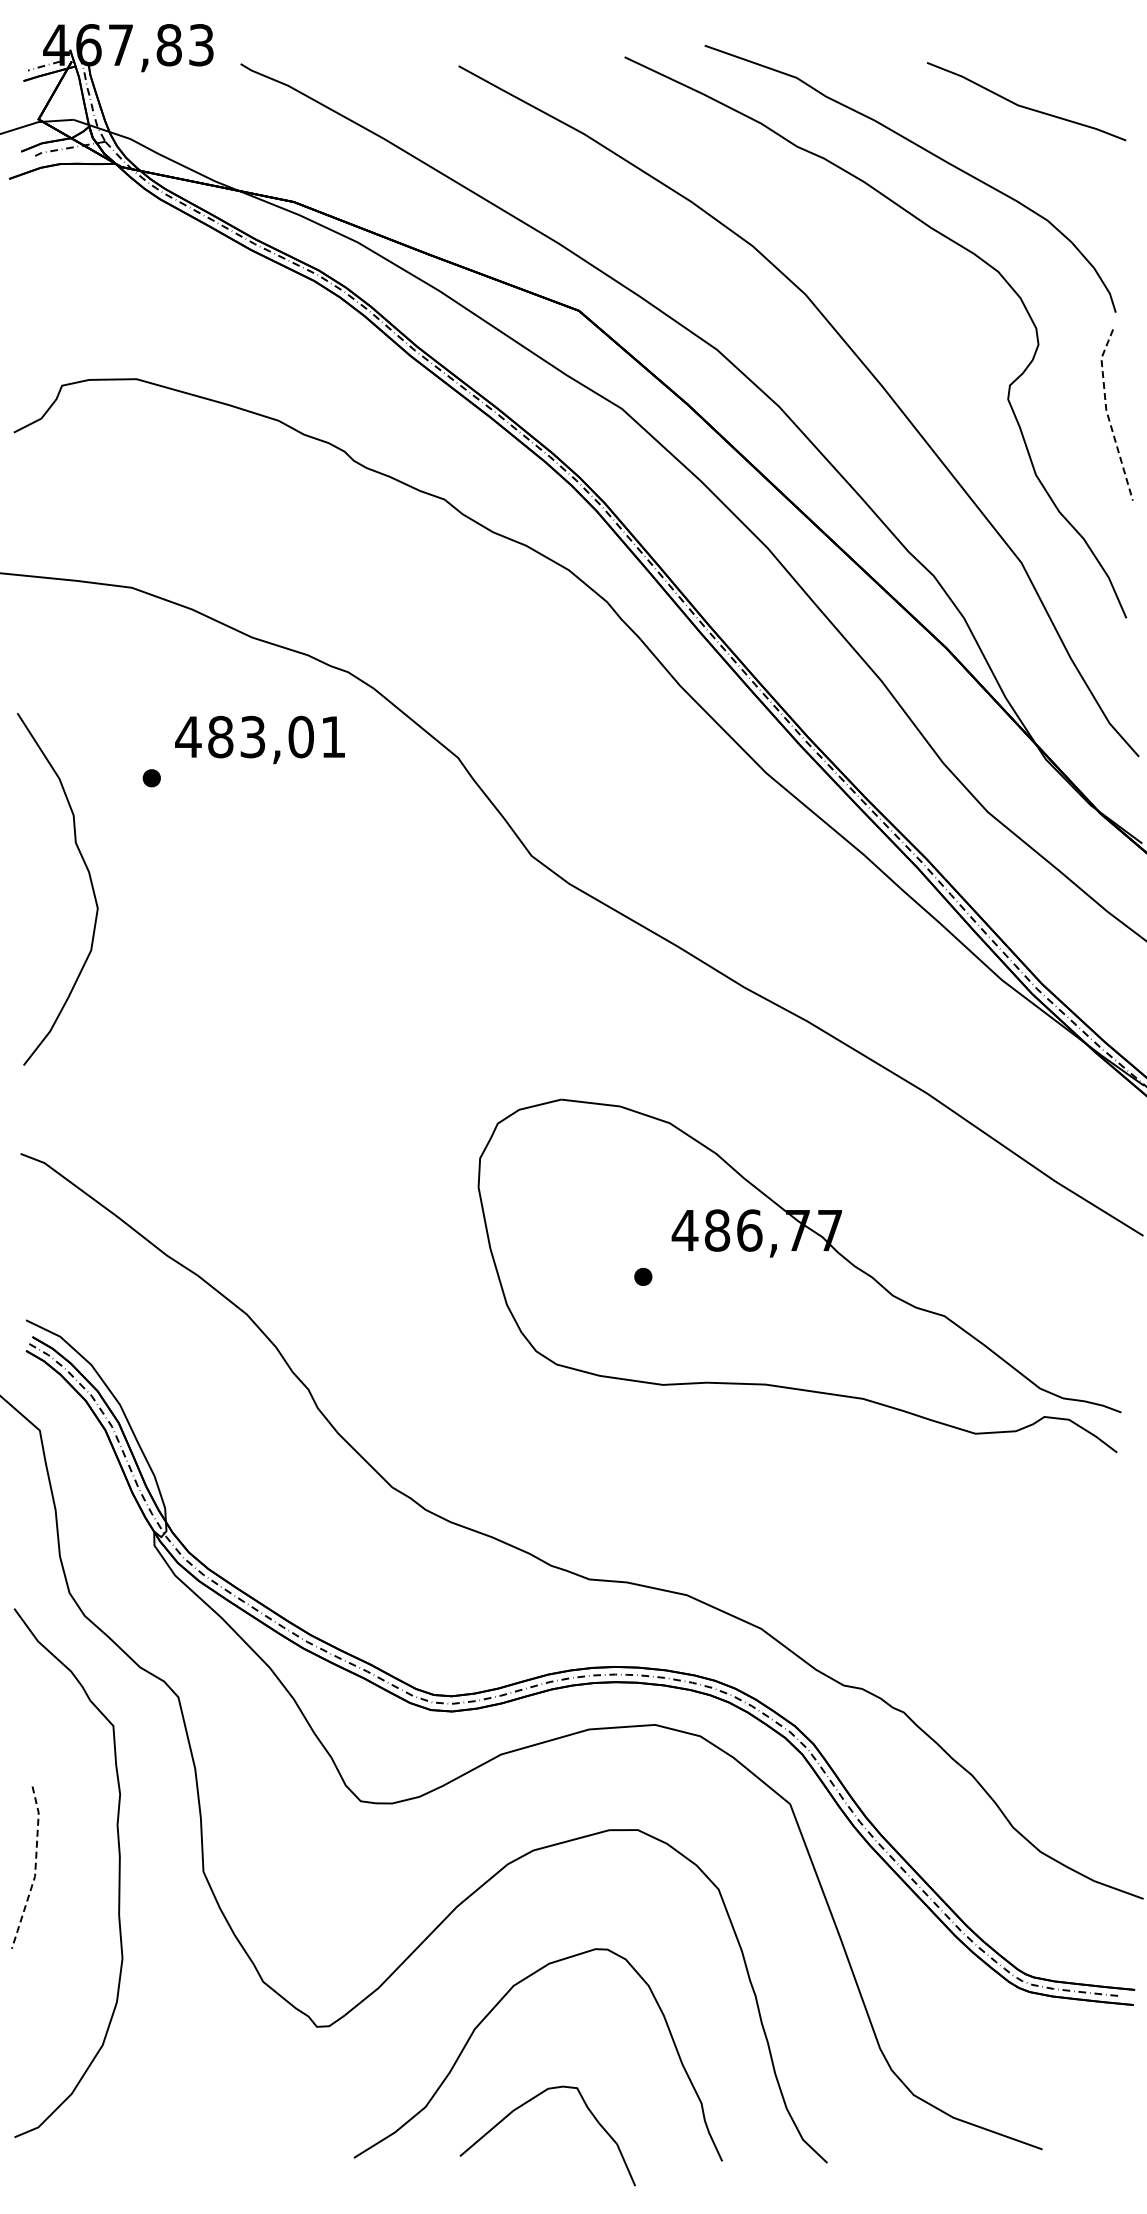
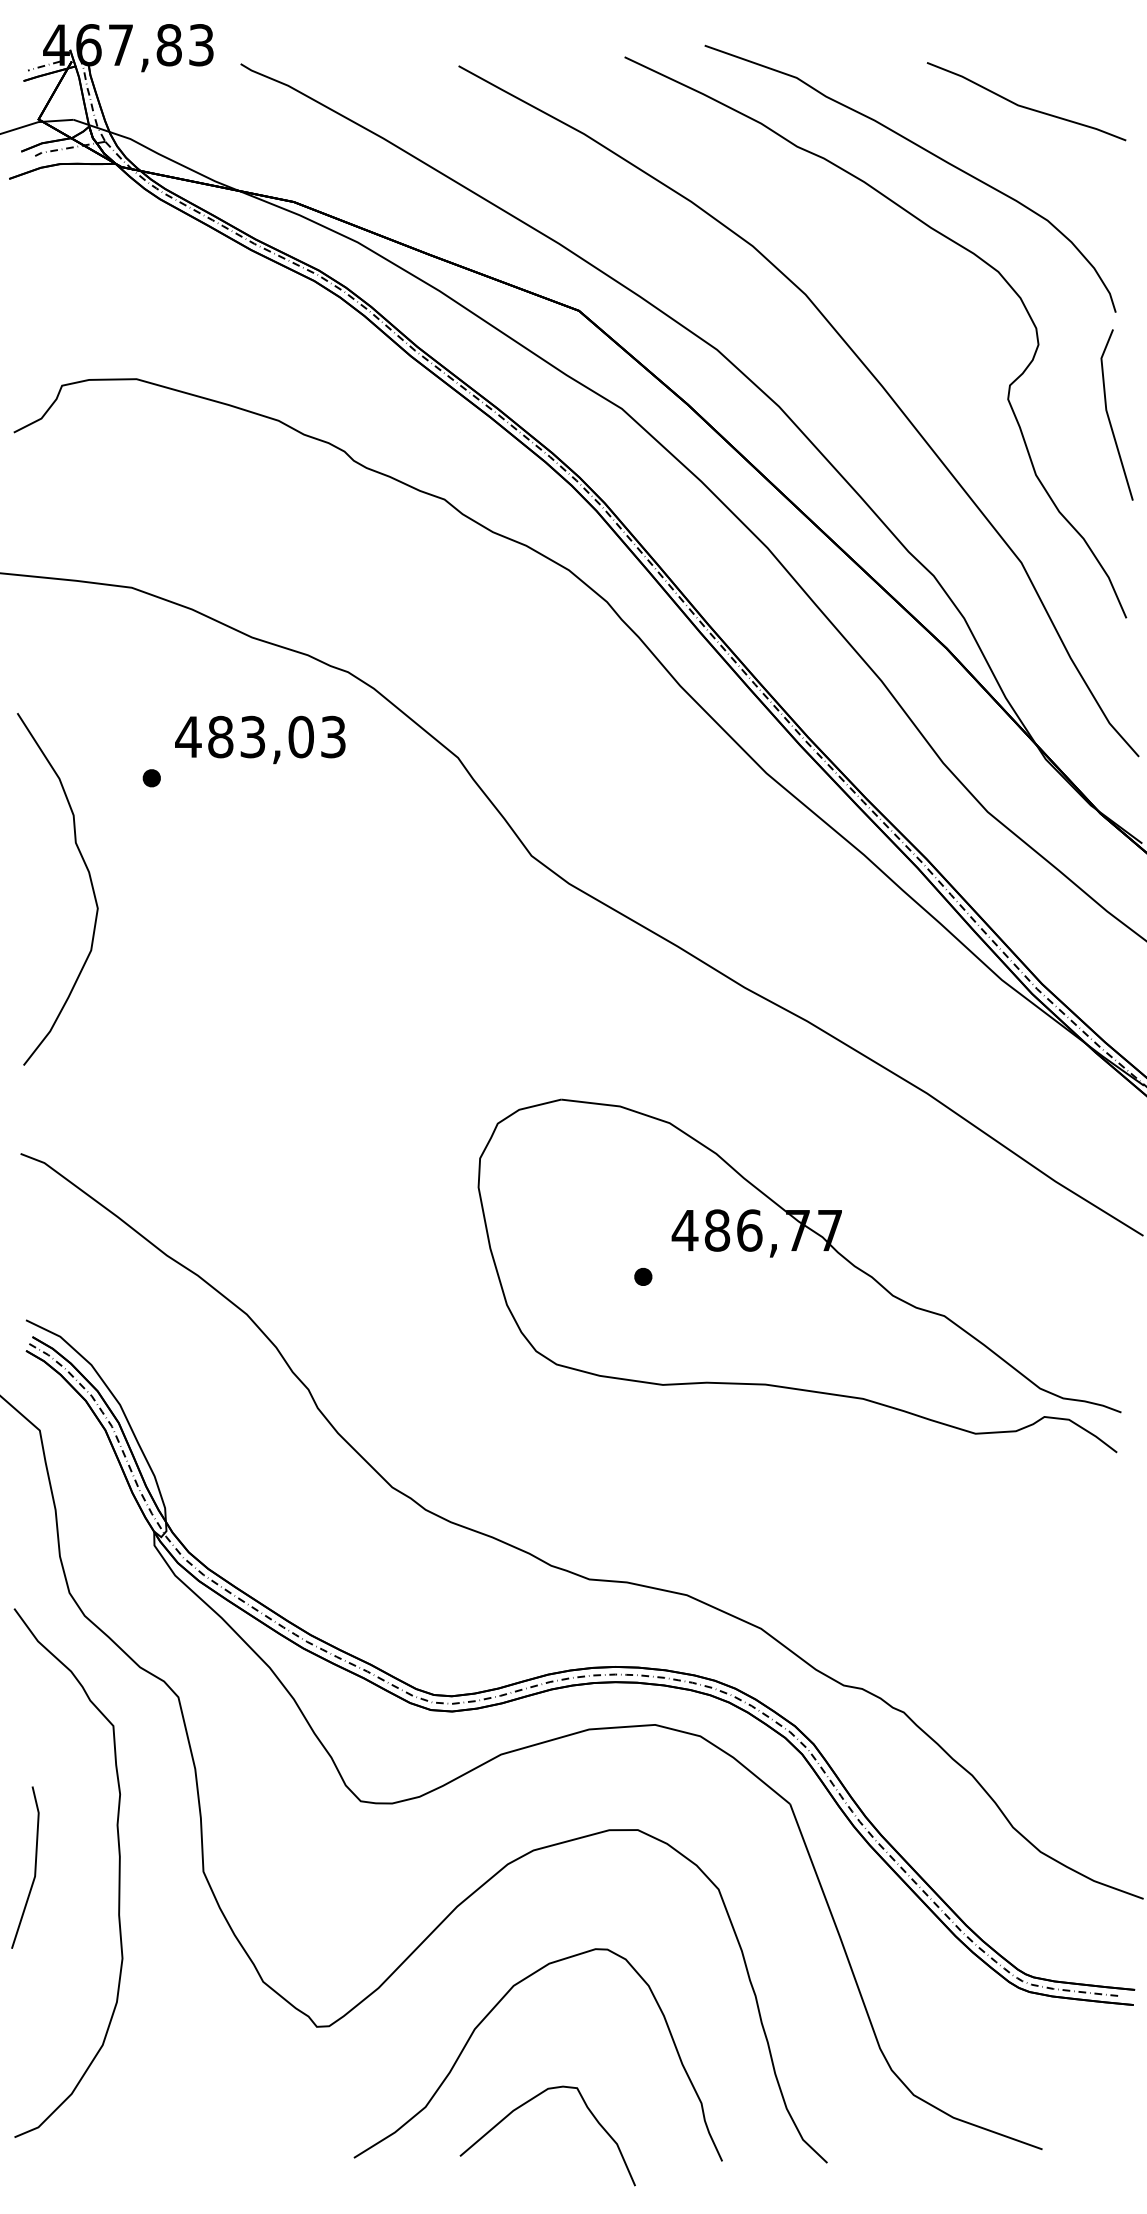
line at (1107, 414): dashed -> solid
text at (333, 736): 483,01 -> 483,03
line at (35, 1868): dashed -> solid
